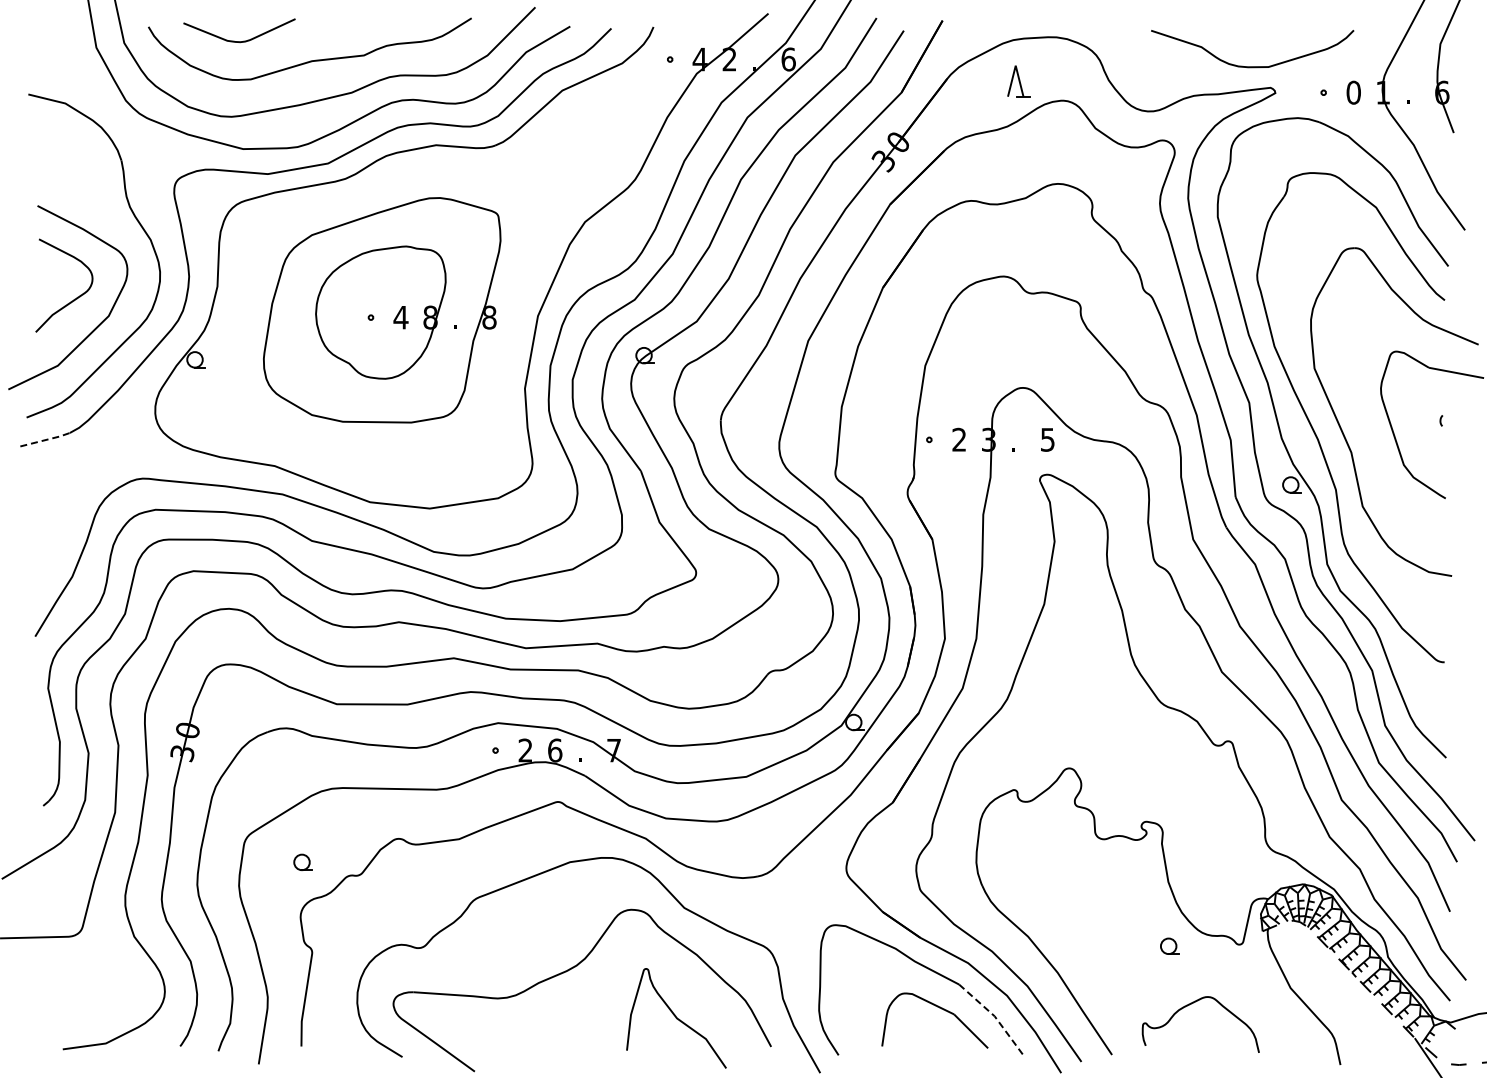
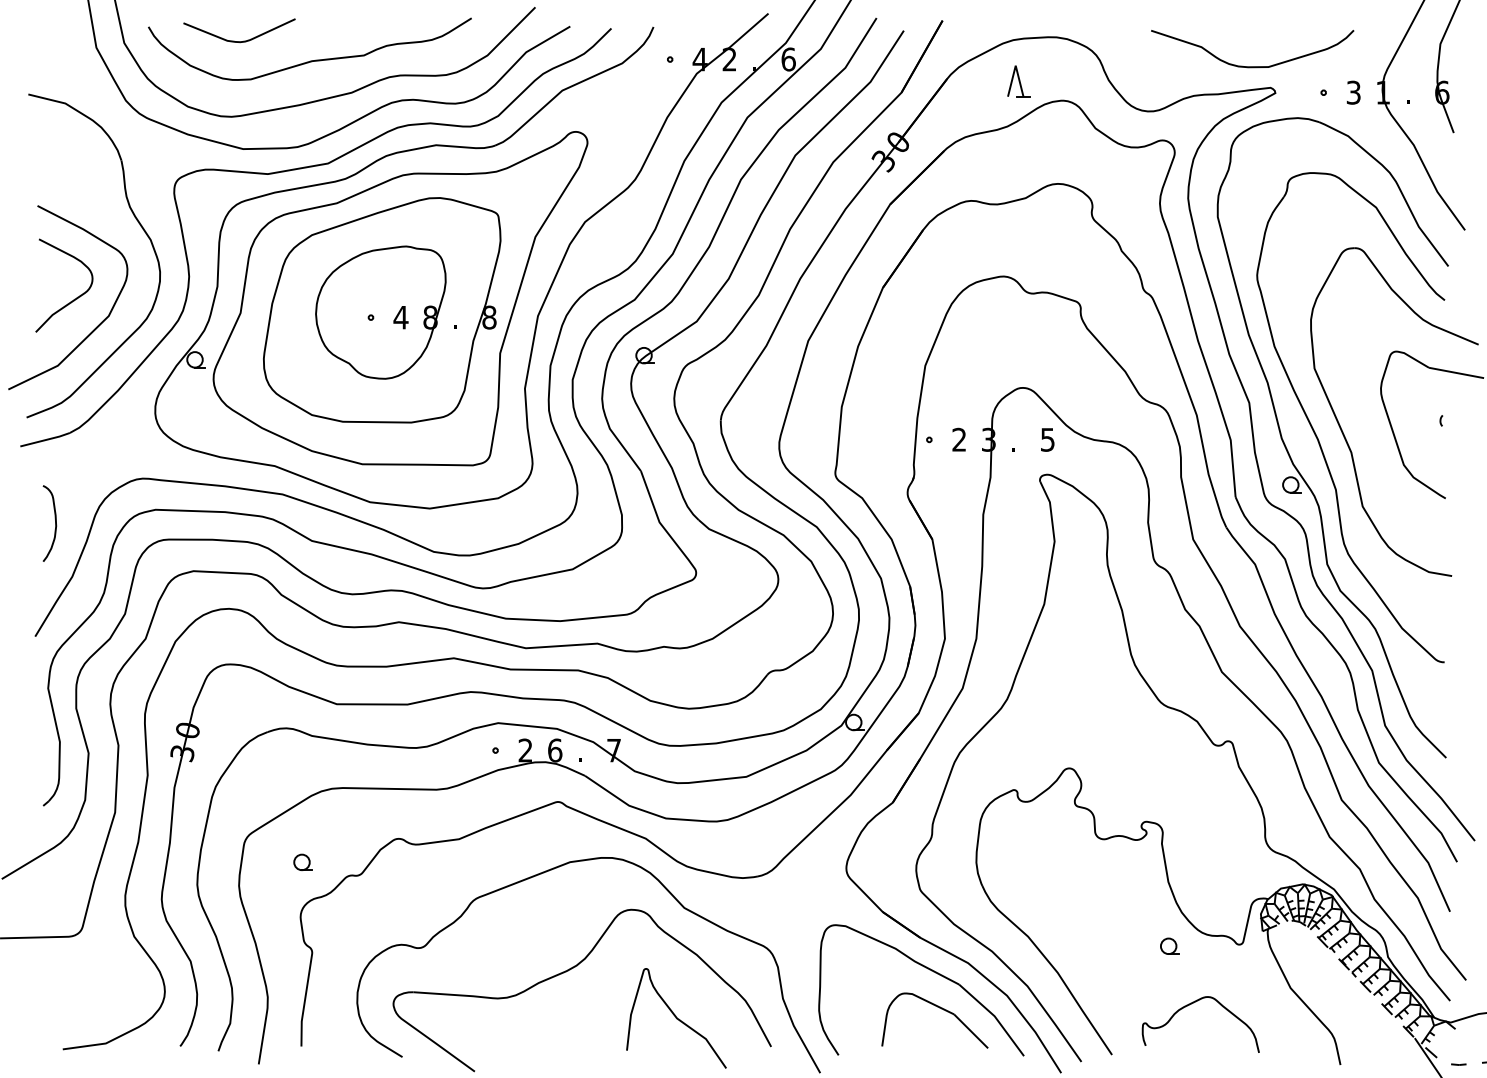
text at (1353, 92): 0 -> 3
part at (400, 298): none -> present
line at (46, 439): dashed -> solid
curve at (55, 523): none -> present
line at (995, 1017): dashed -> solid
